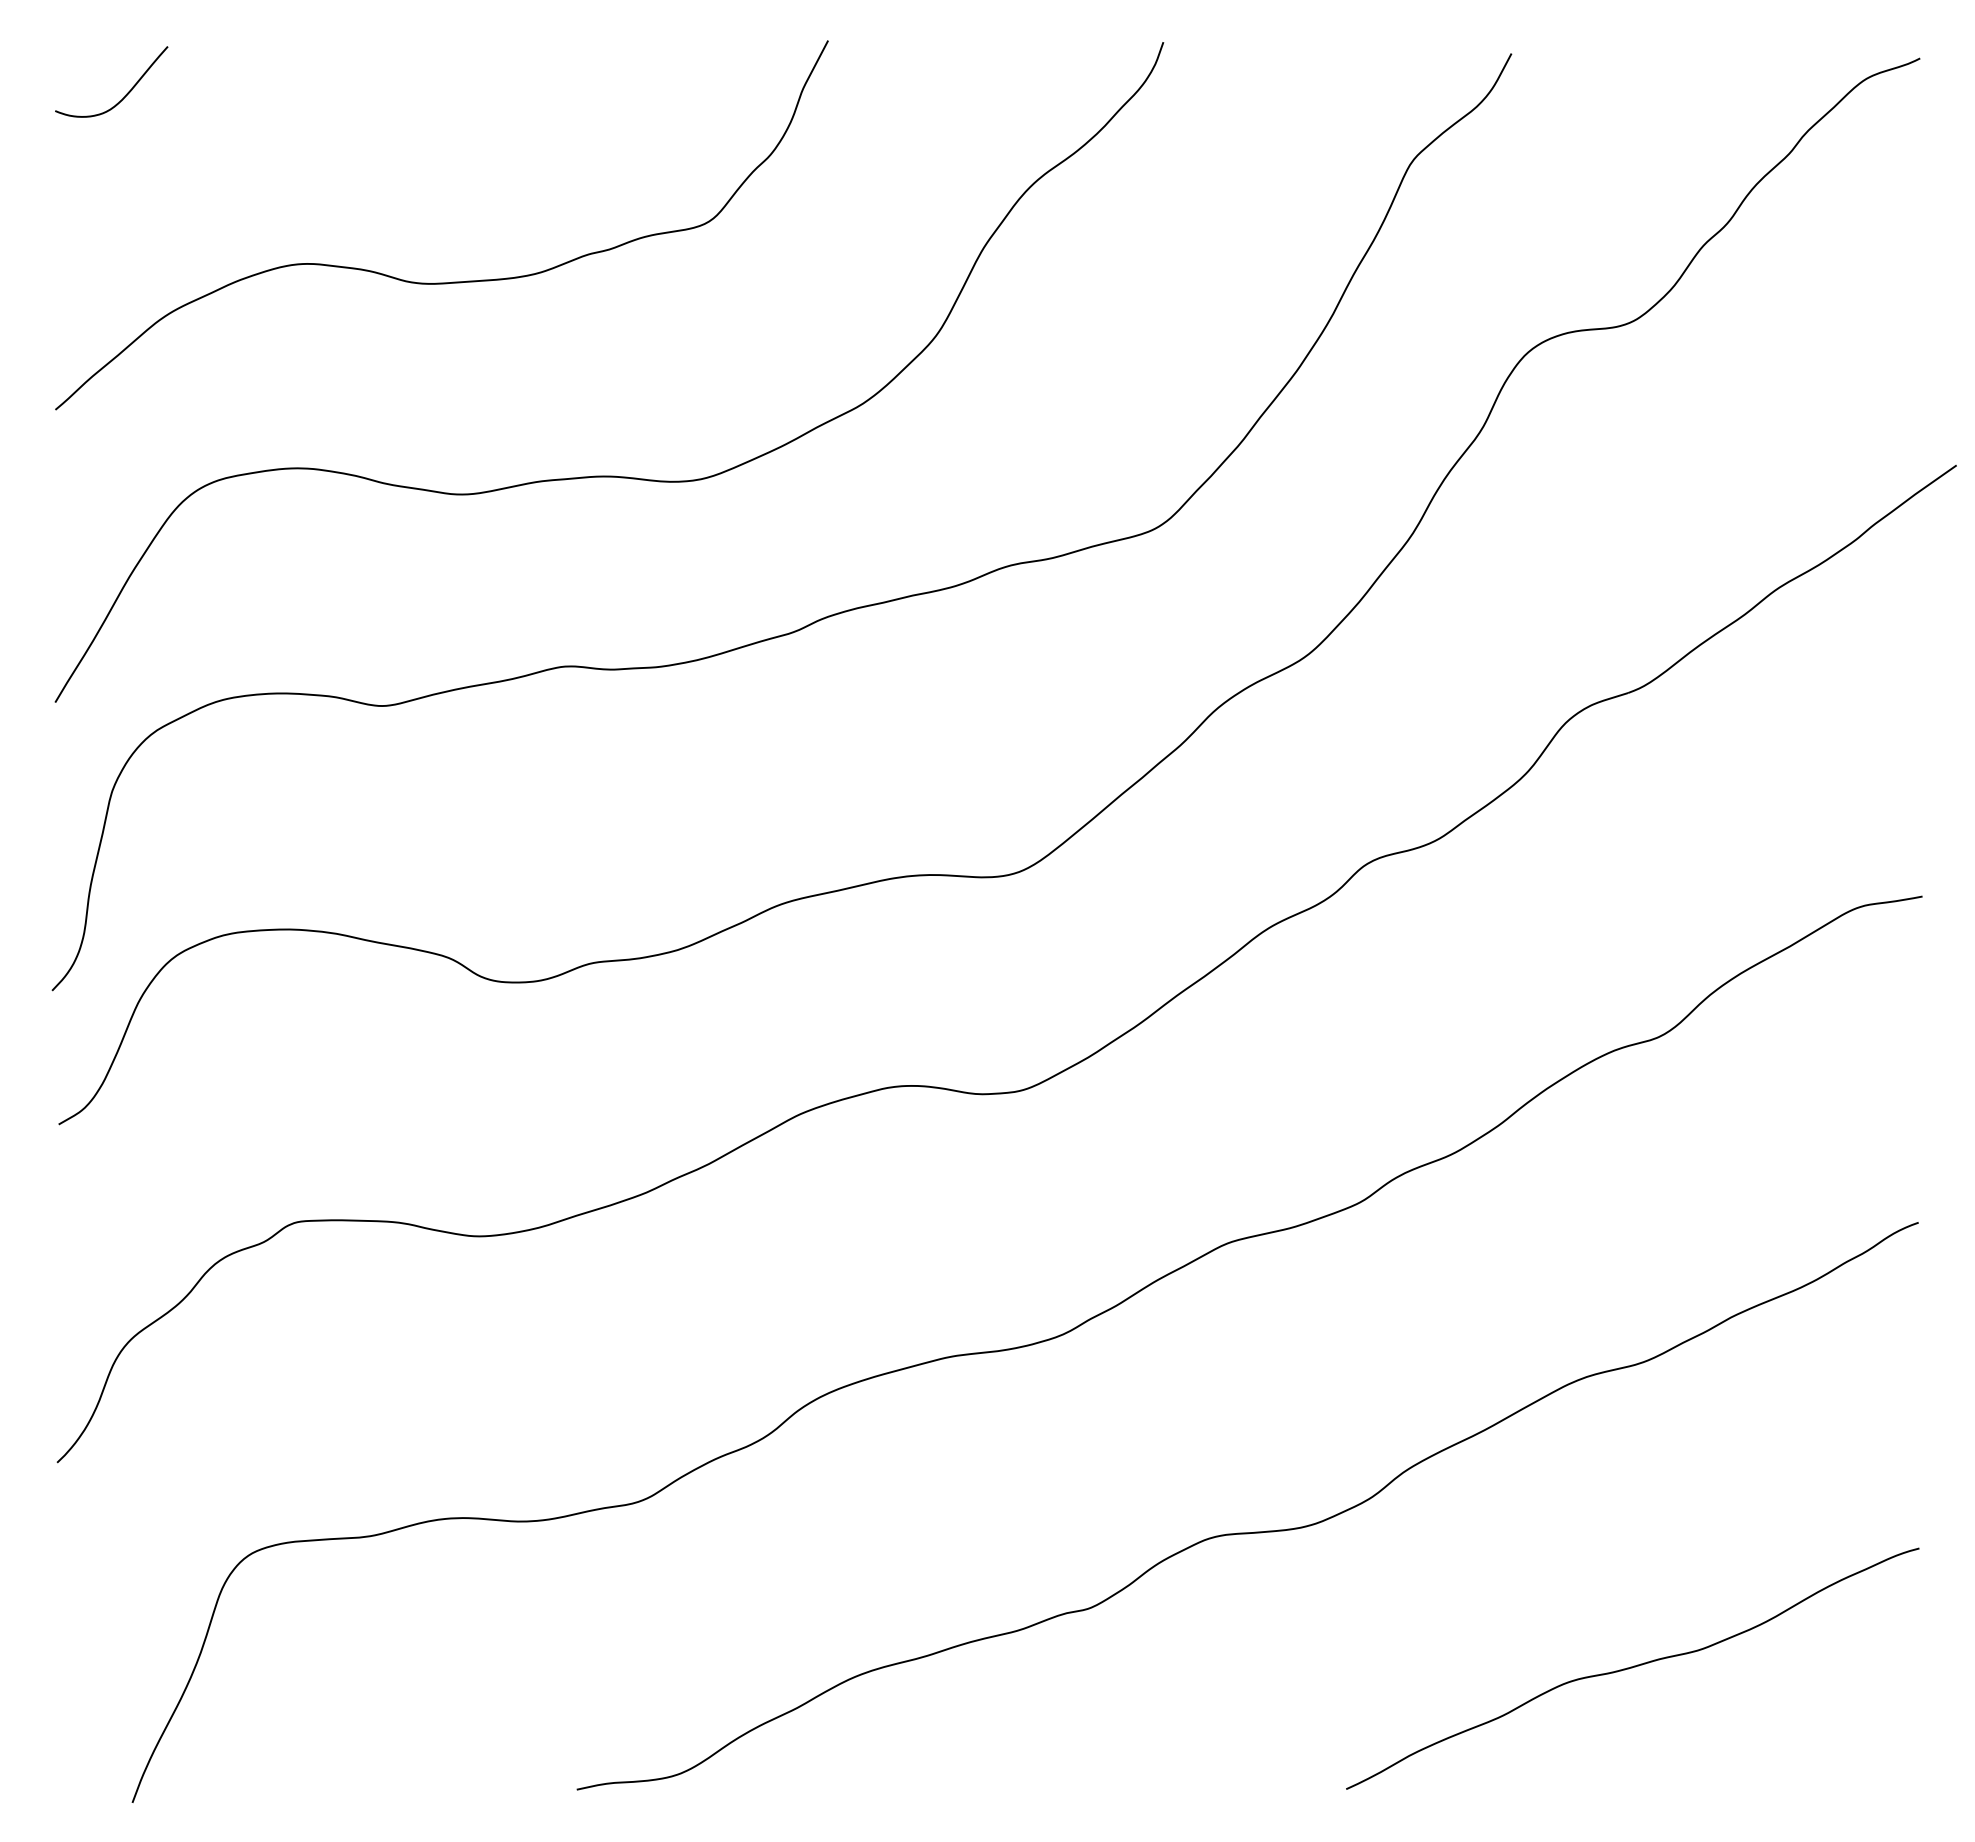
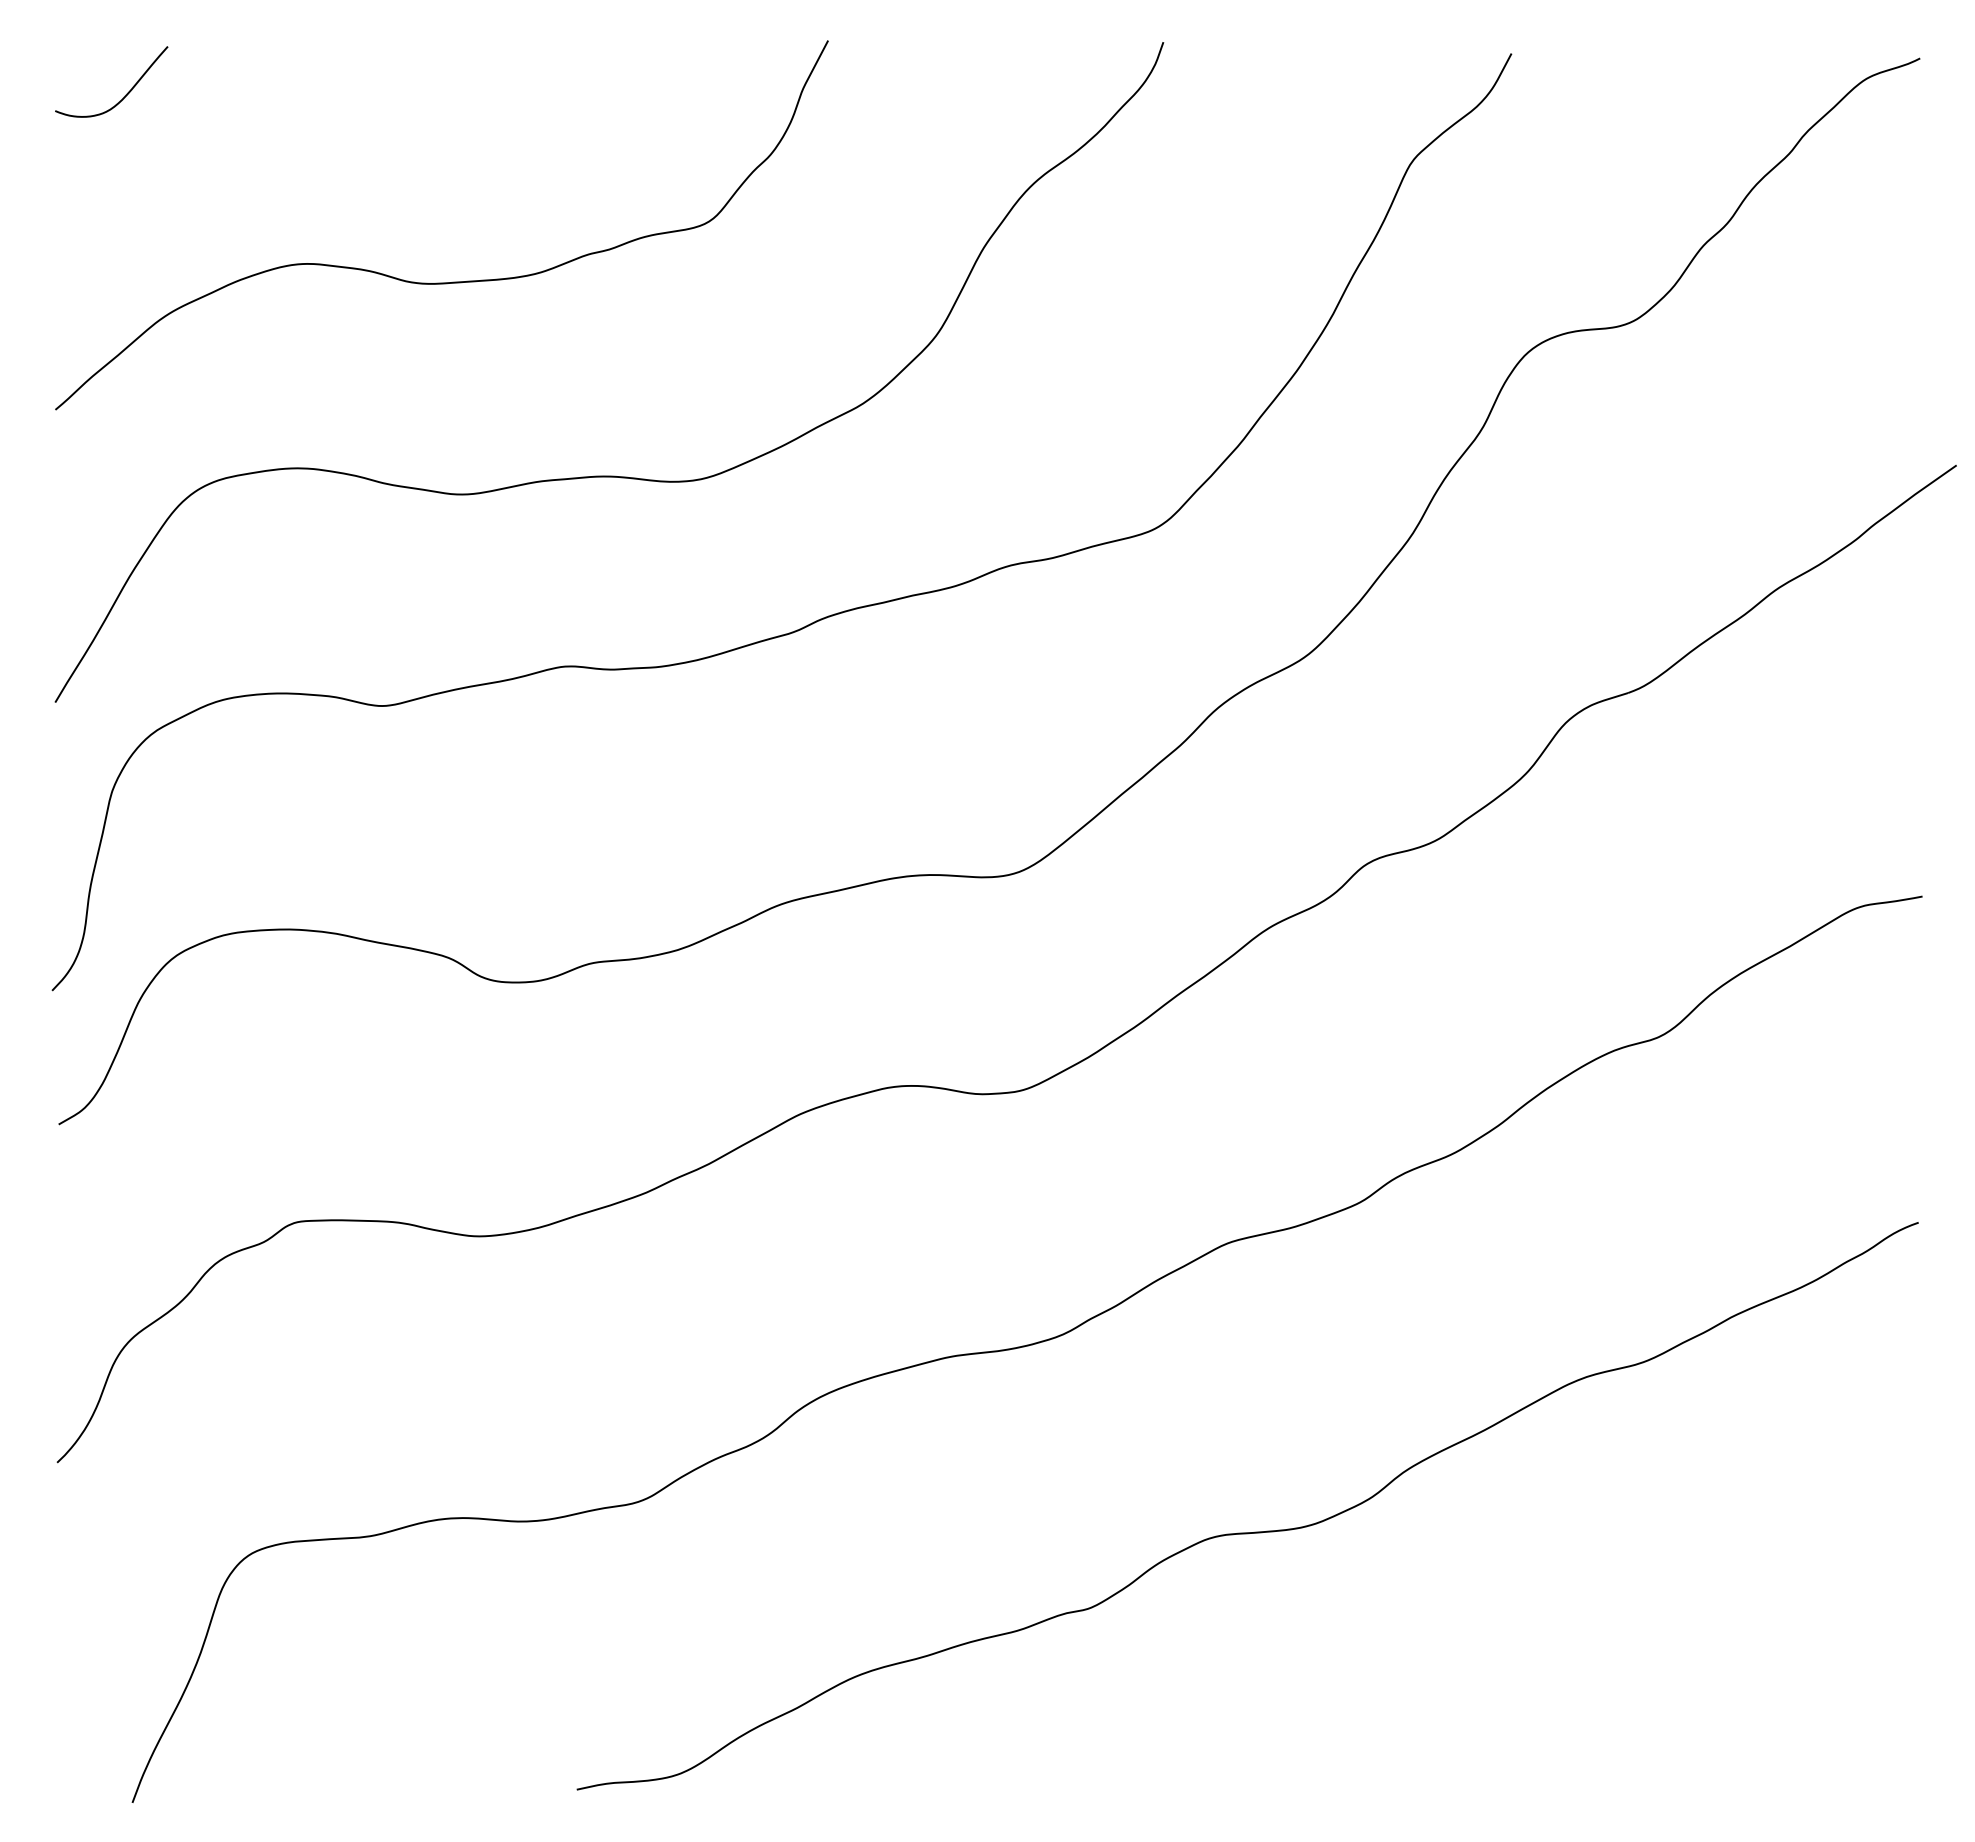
curve at (1632, 1668): present -> none
